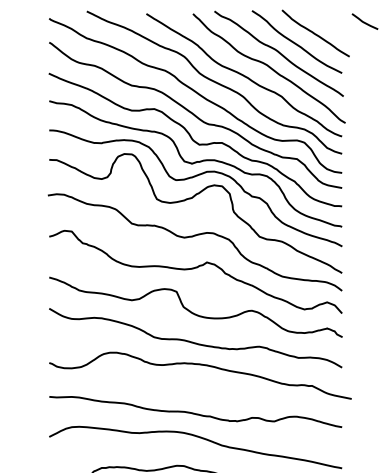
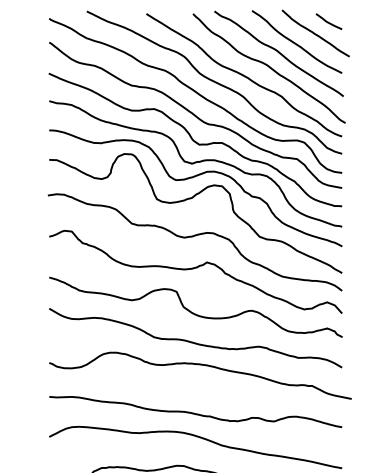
curve at (364, 21) position: (364, 21) -> (328, 21)
